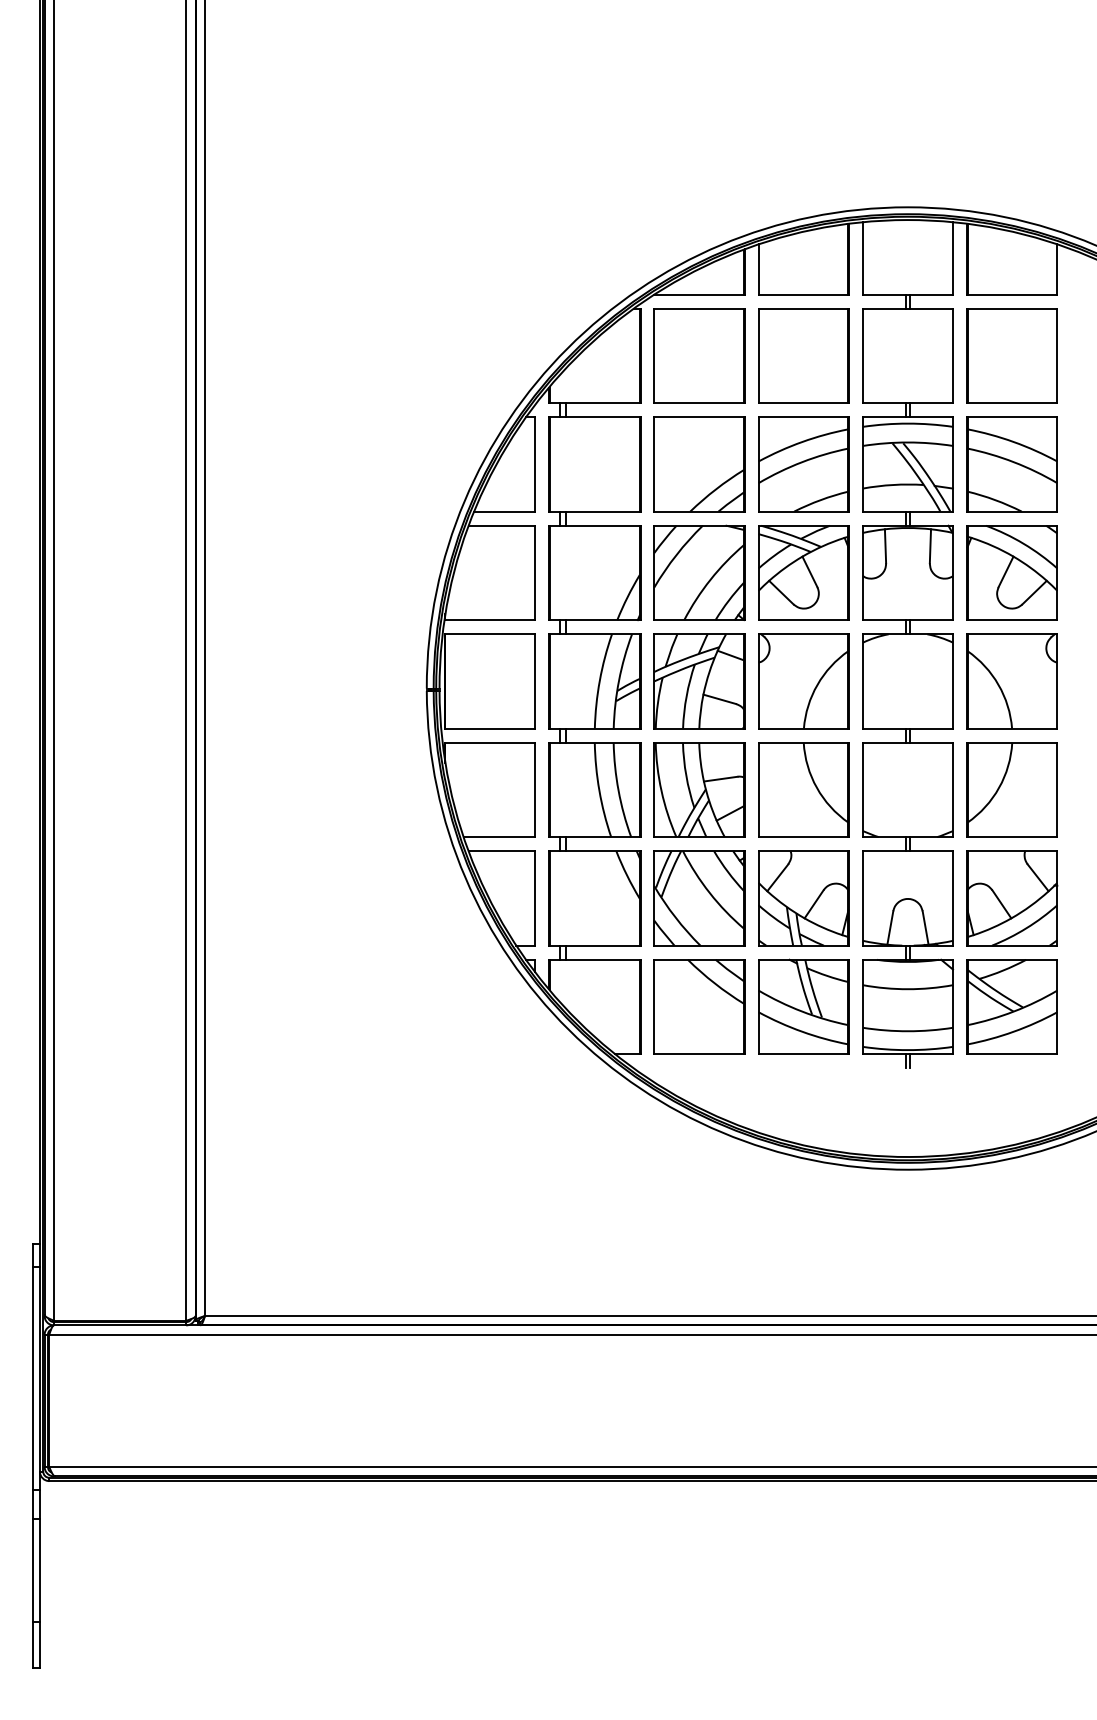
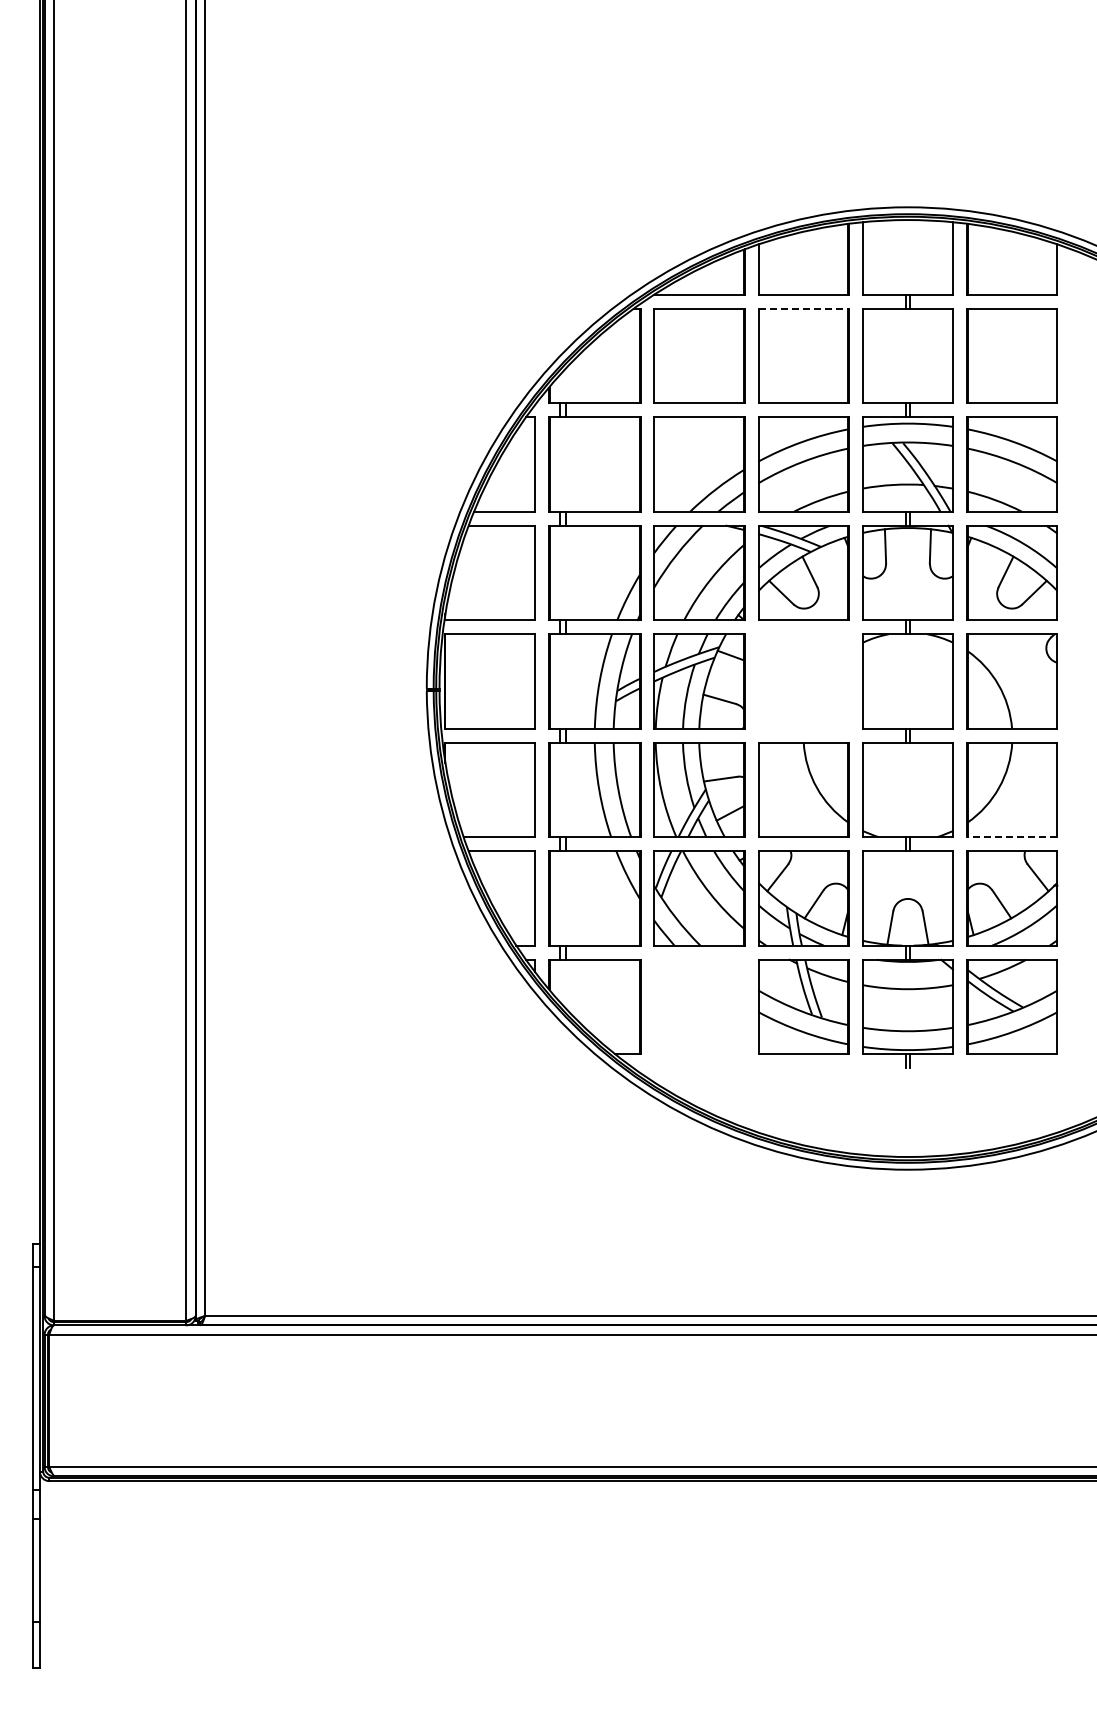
line at (804, 308): solid -> dashed
part at (803, 681): present -> none
line at (1011, 837): solid -> dashed
part at (699, 1006): present -> none
